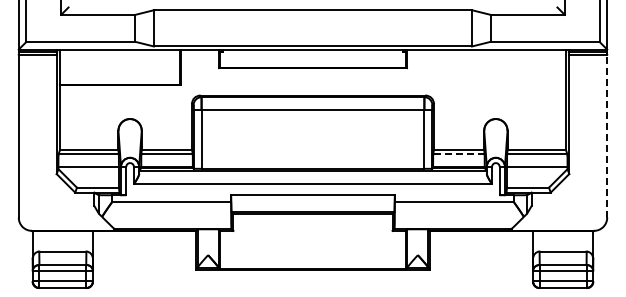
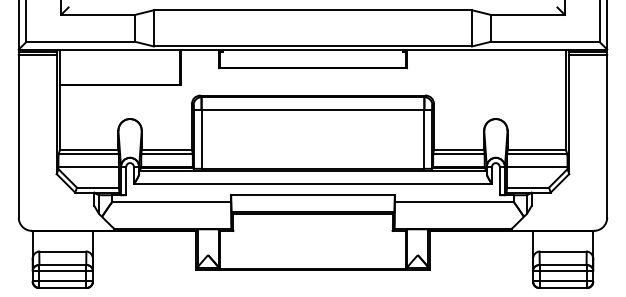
line at (607, 136): dashed -> solid
line at (458, 154): dashed -> solid
